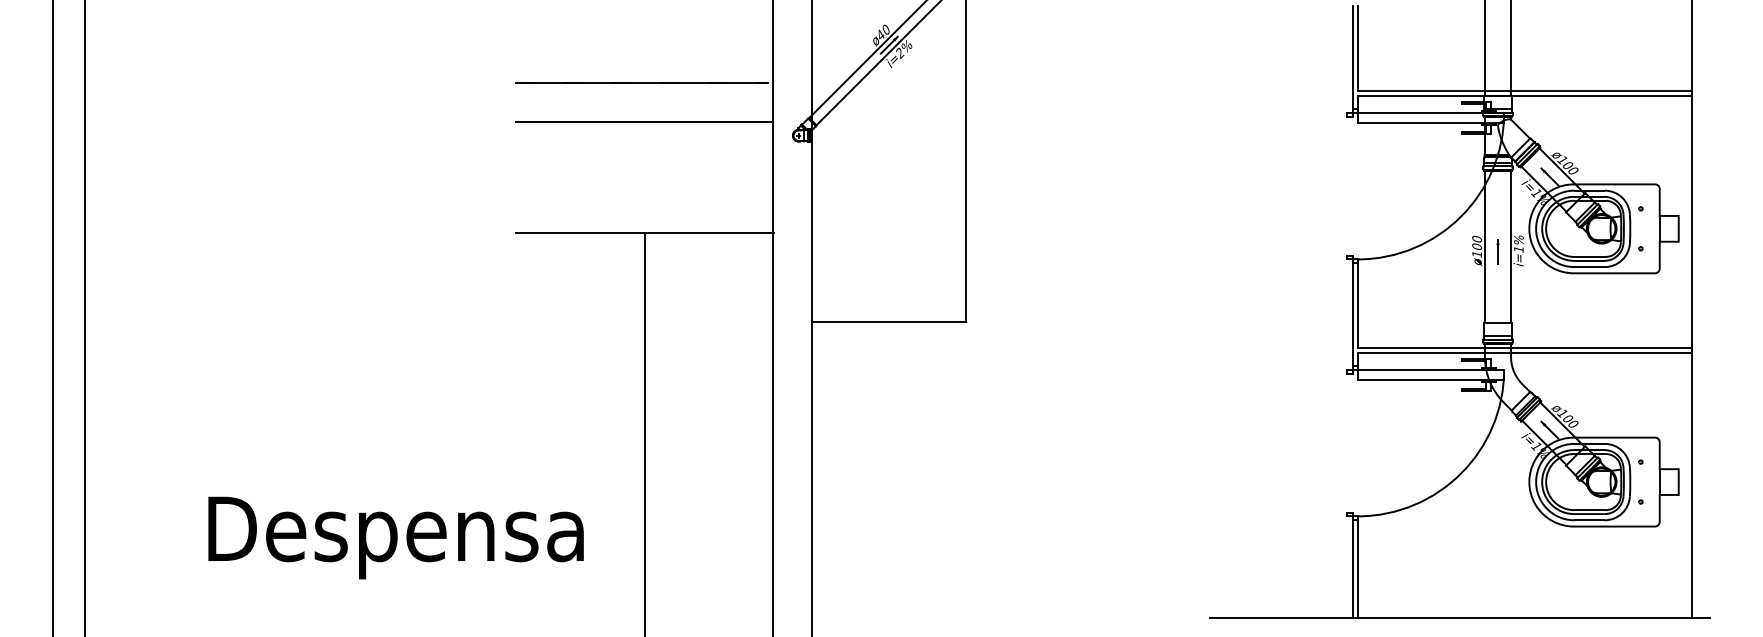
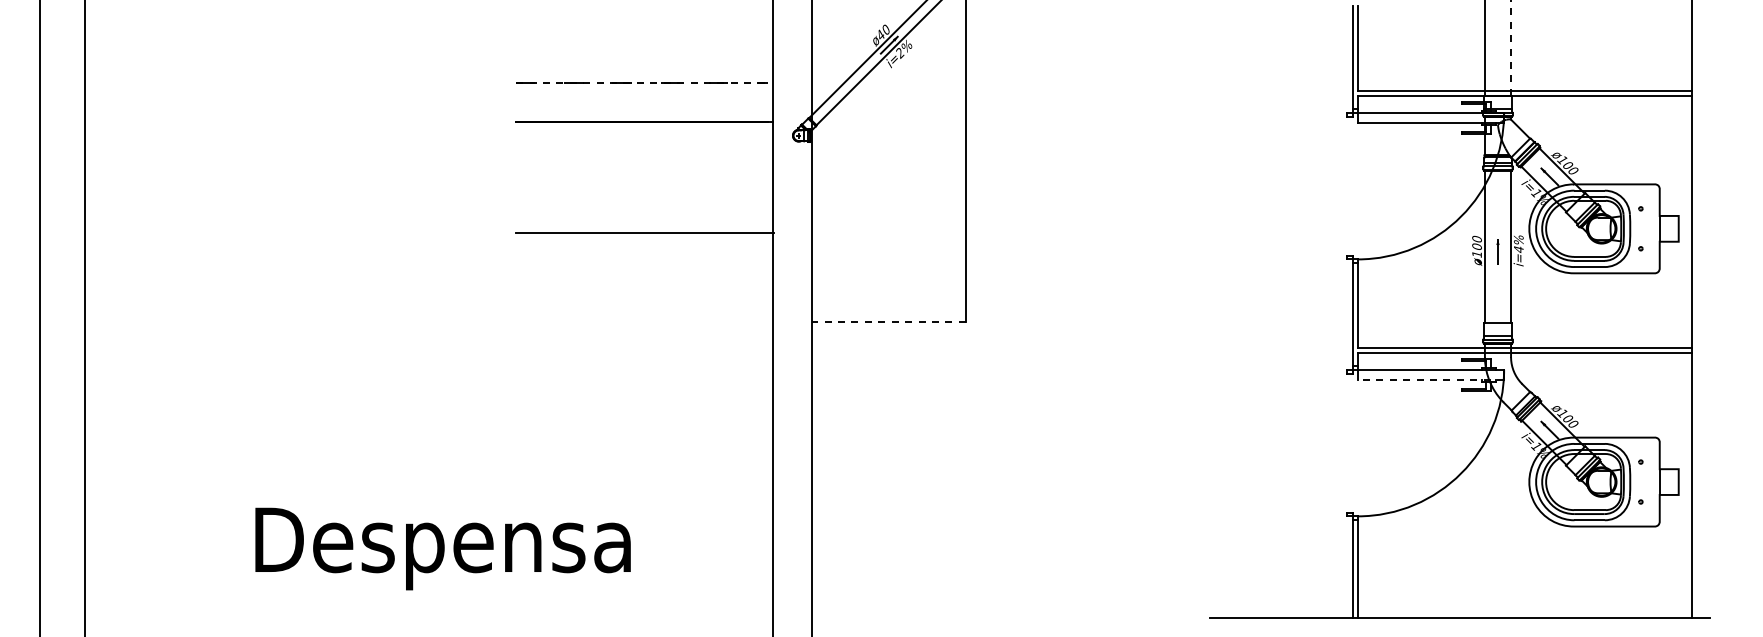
line at (1510, 48): solid -> dashed
line at (642, 83): solid -> dashed
text at (1518, 249): i=1% -> i=4%
line at (52, 317) position: (52, 317) -> (39, 317)
line at (888, 322): solid -> dashed
line at (1430, 380): solid -> dashed
line at (644, 432): present -> none
text at (395, 537) position: (395, 537) -> (442, 548)
